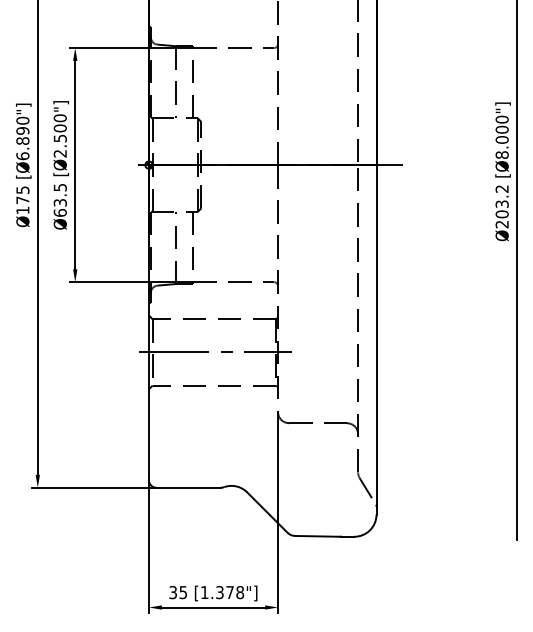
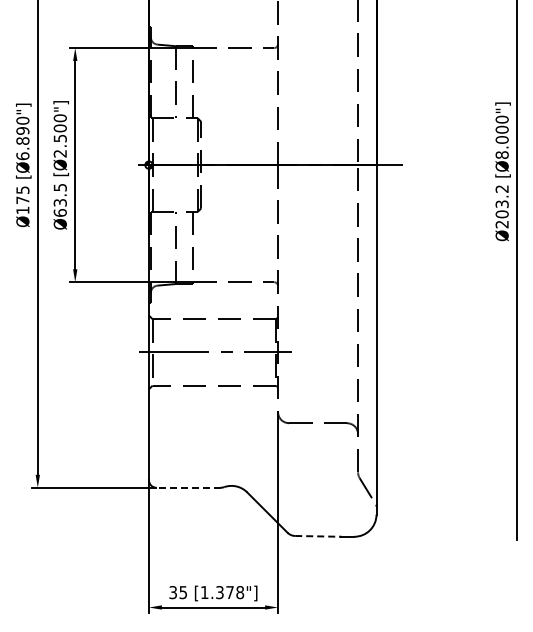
line at (188, 487): solid -> dashed
line at (317, 536): solid -> dashed
